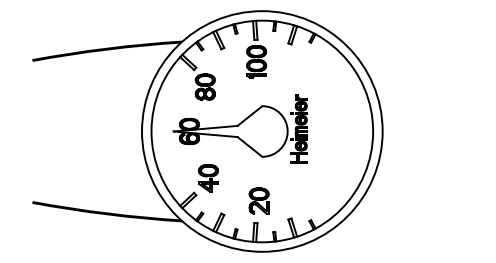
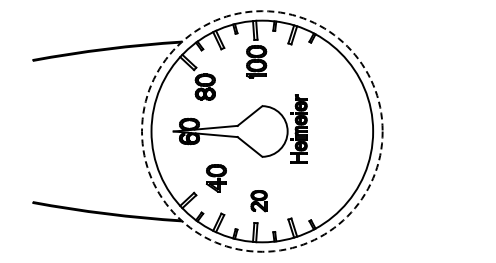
circle at (262, 131): solid -> dashed
part at (208, 178) position: (208, 178) -> (216, 178)
part at (258, 200) size: 22x28 px -> 18x23 px
